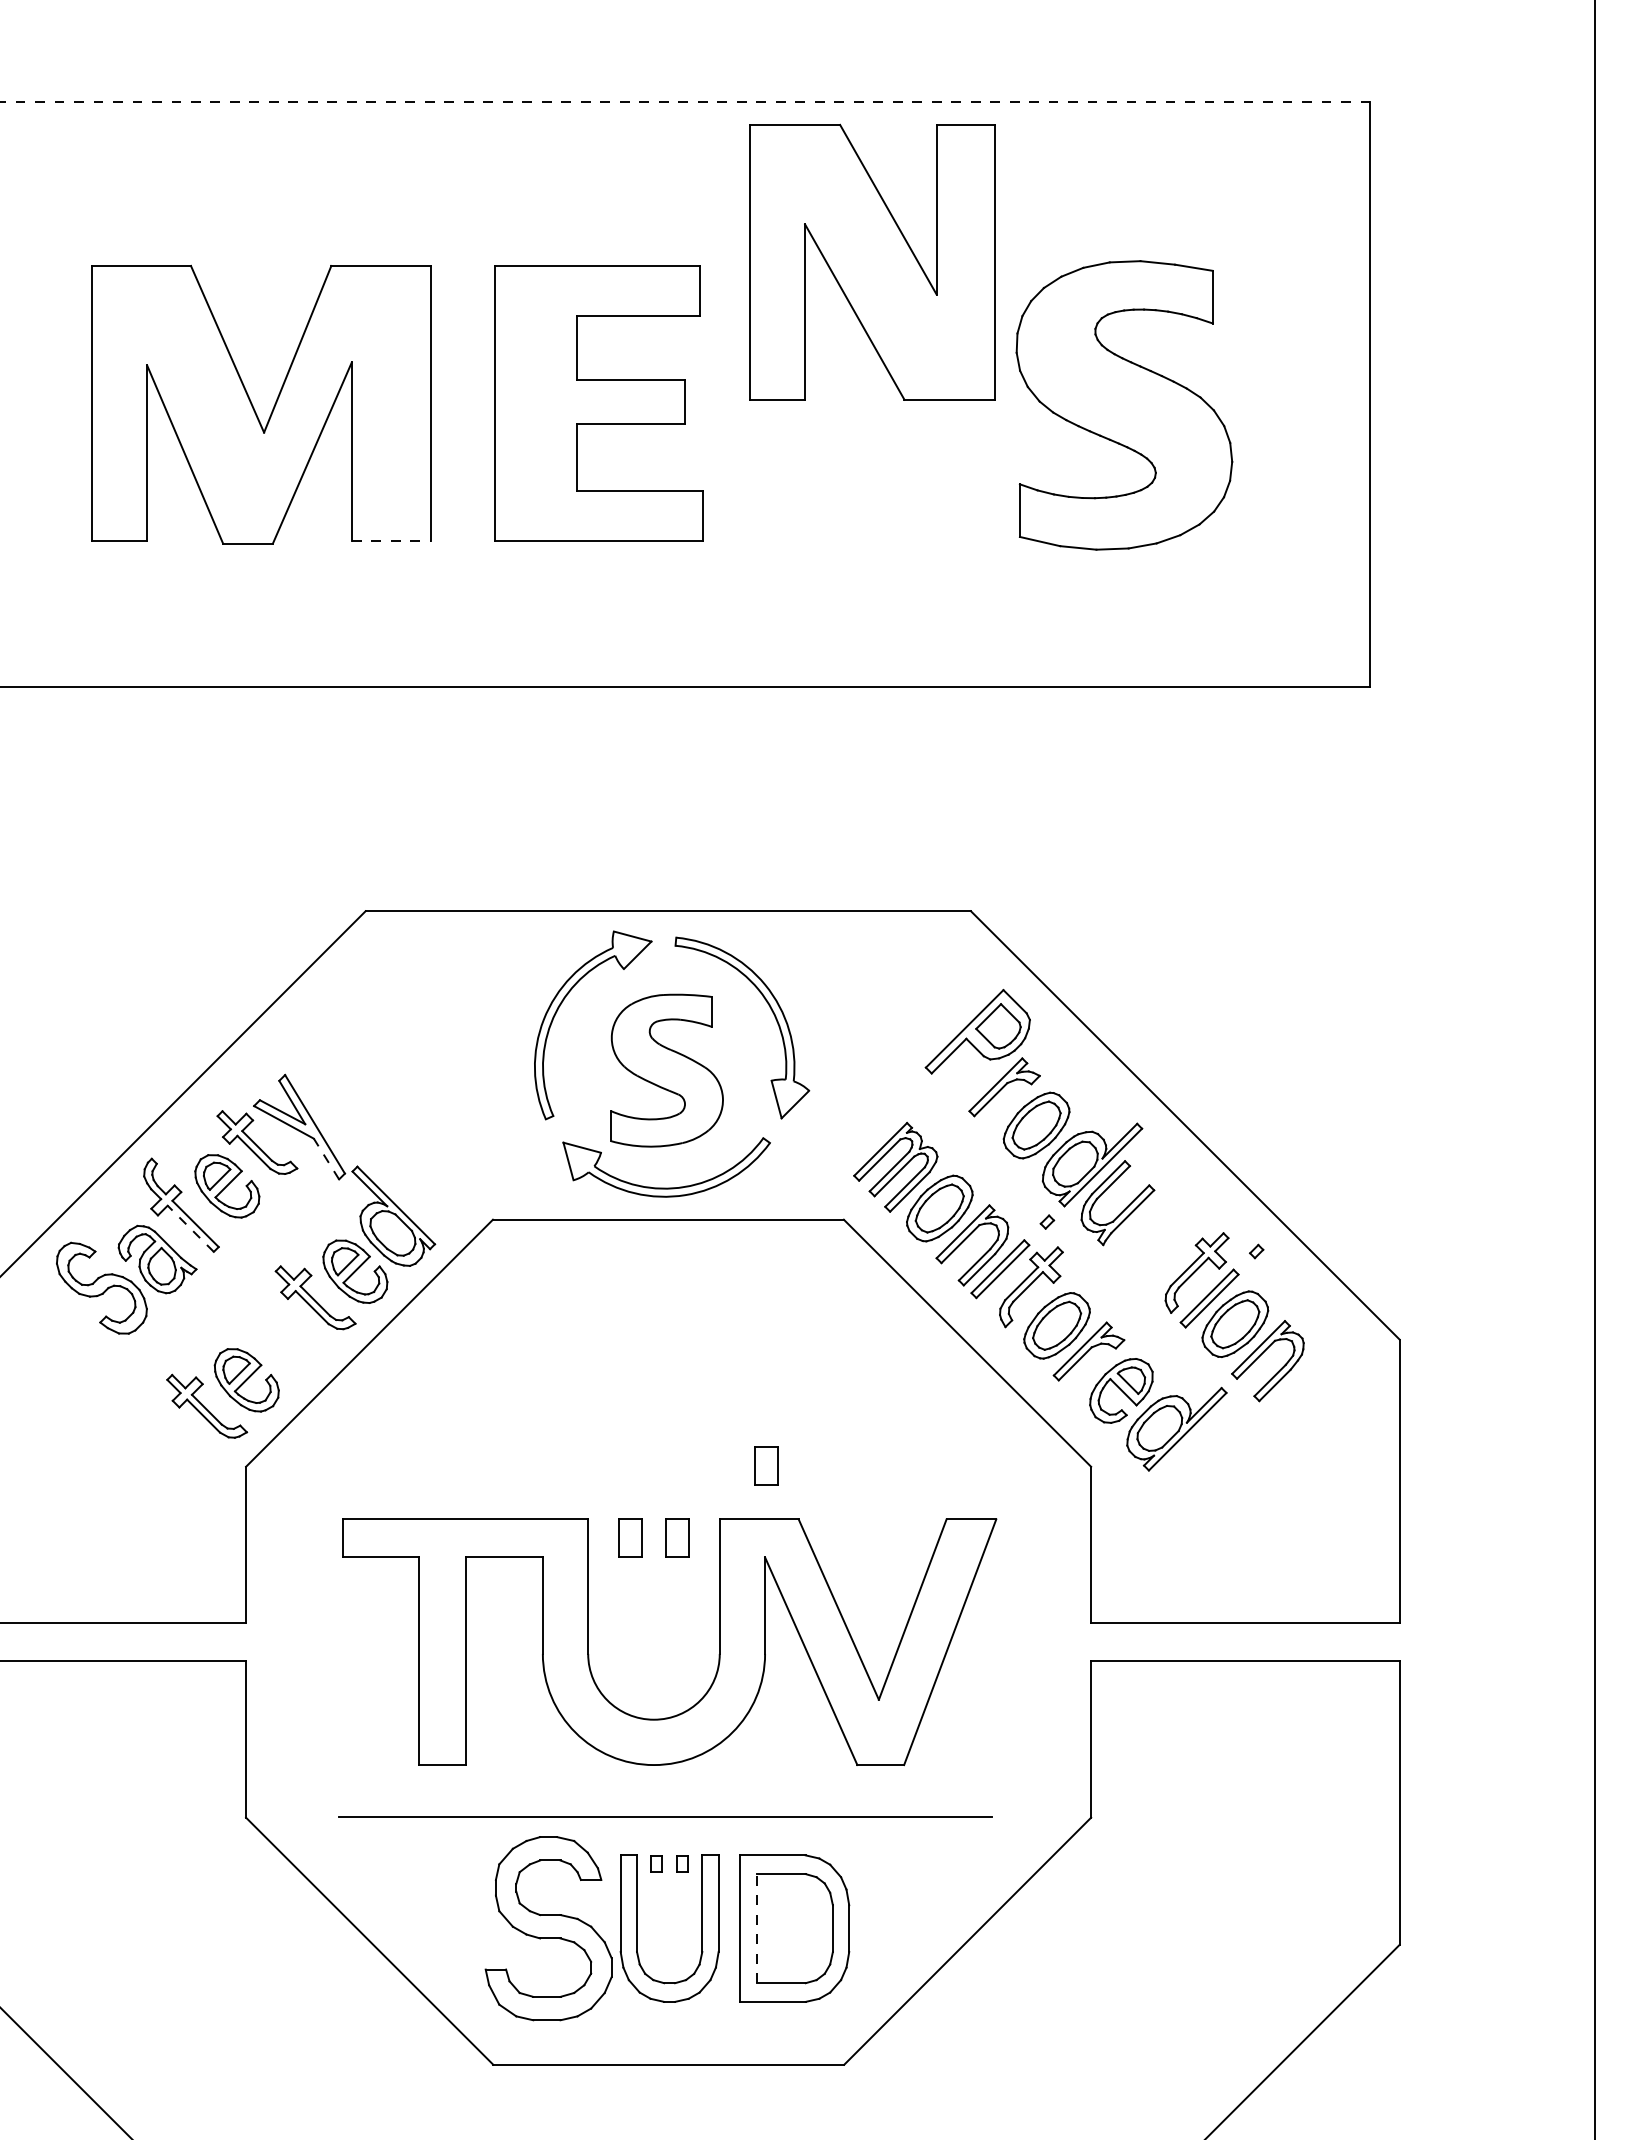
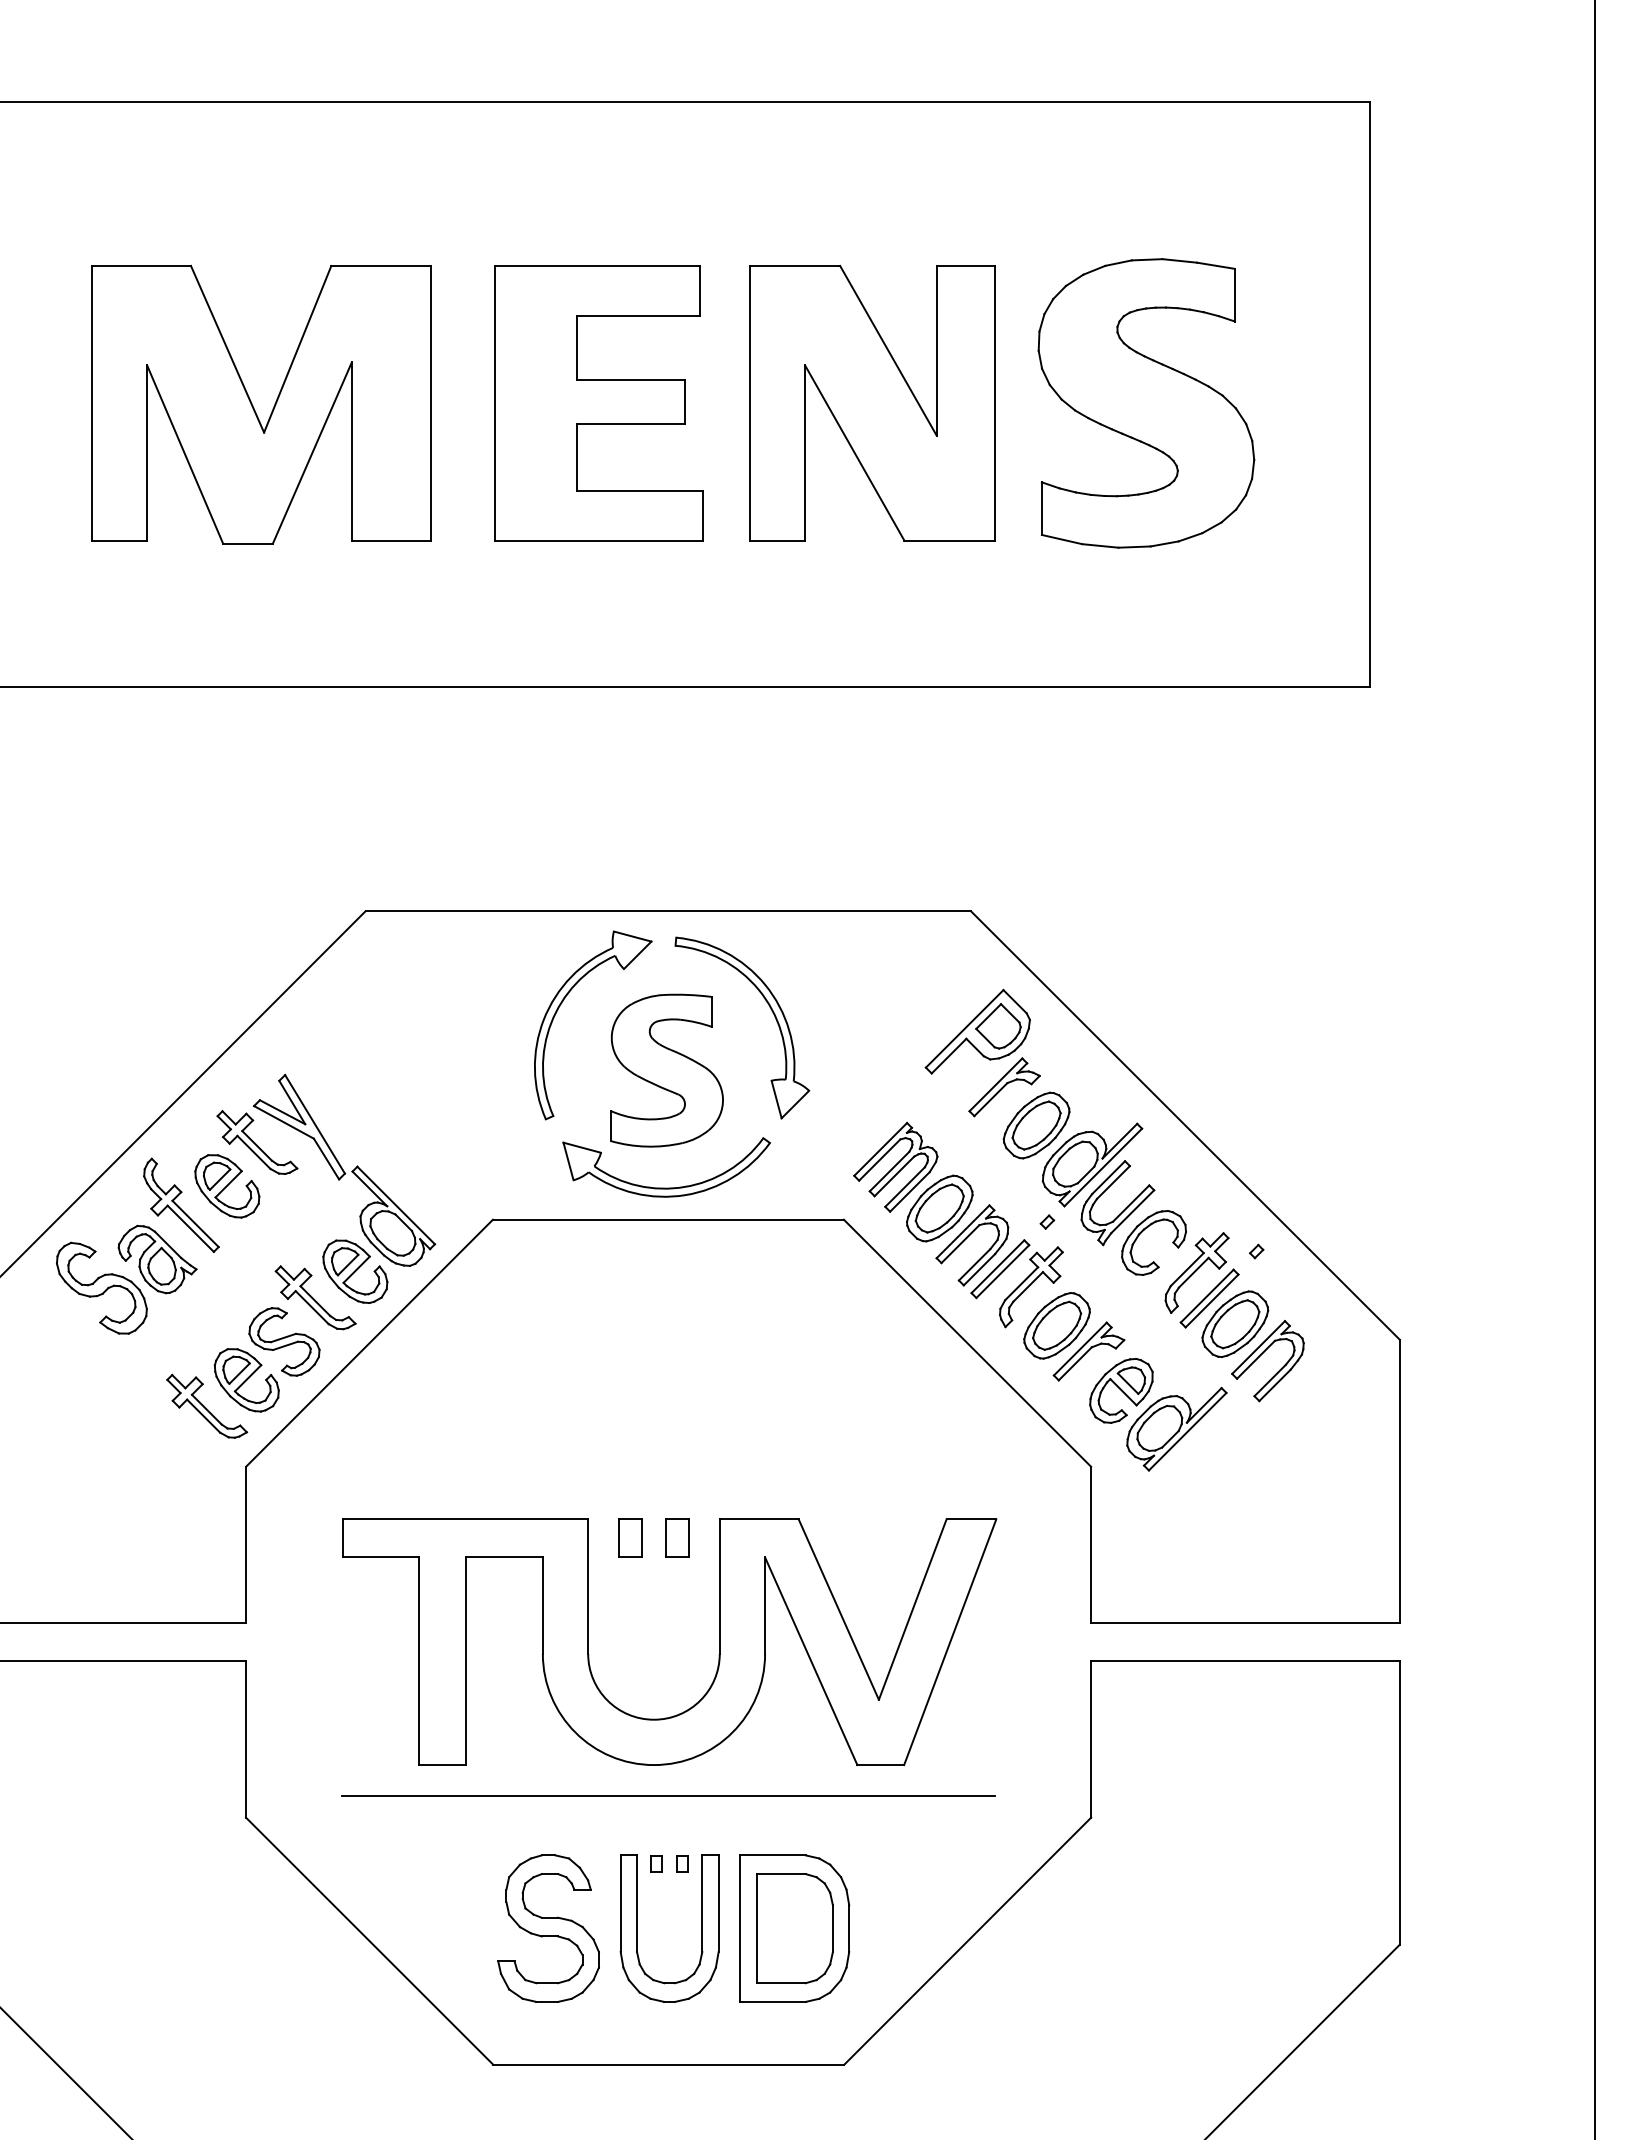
line at (685, 102): dashed -> solid
part at (872, 261) position: (872, 261) -> (872, 402)
part at (1124, 405) position: (1124, 405) -> (1146, 403)
line at (391, 540): dashed -> solid
line at (326, 1159): dashed -> solid
line at (190, 1228): dashed -> solid
part at (1143, 1231): none -> present
part at (284, 1341): none -> present
part at (766, 1465): present -> none
line at (665, 1816) position: (665, 1816) -> (668, 1795)
part at (548, 1928) size: 129x186 px -> 103x149 px
line at (756, 1928): dashed -> solid
